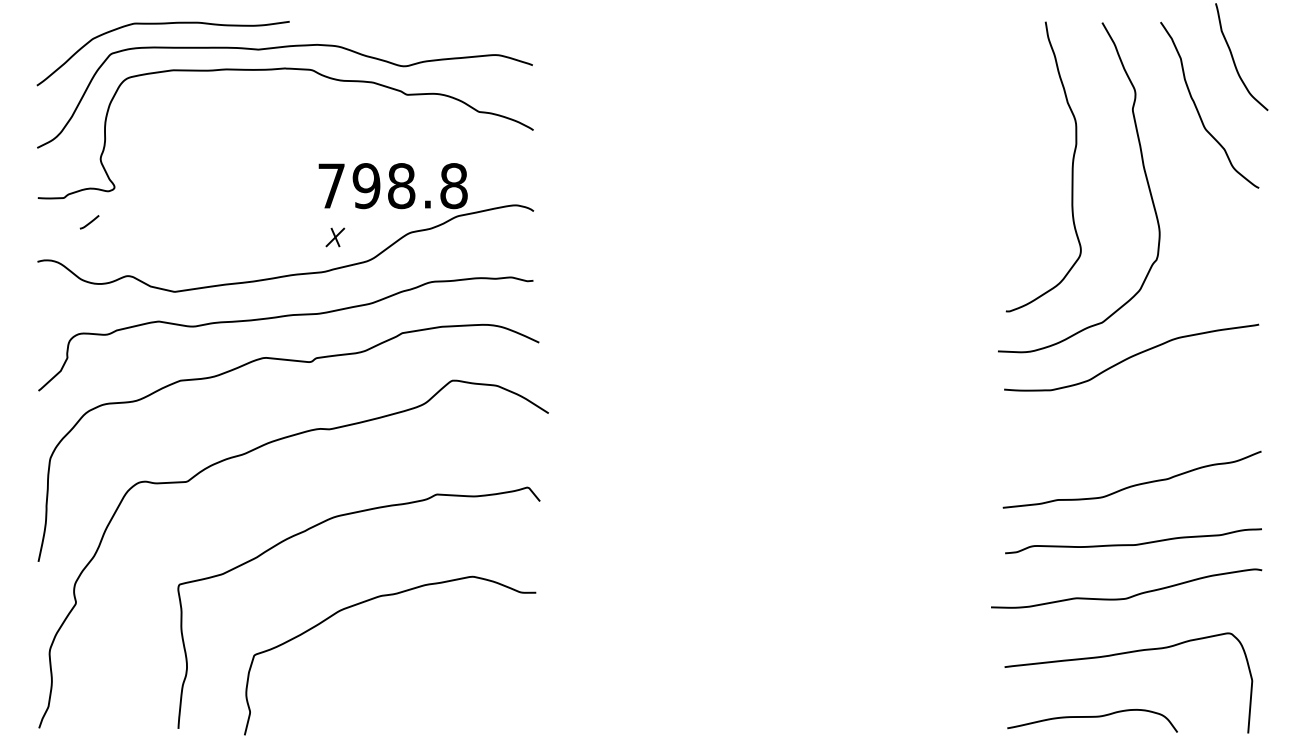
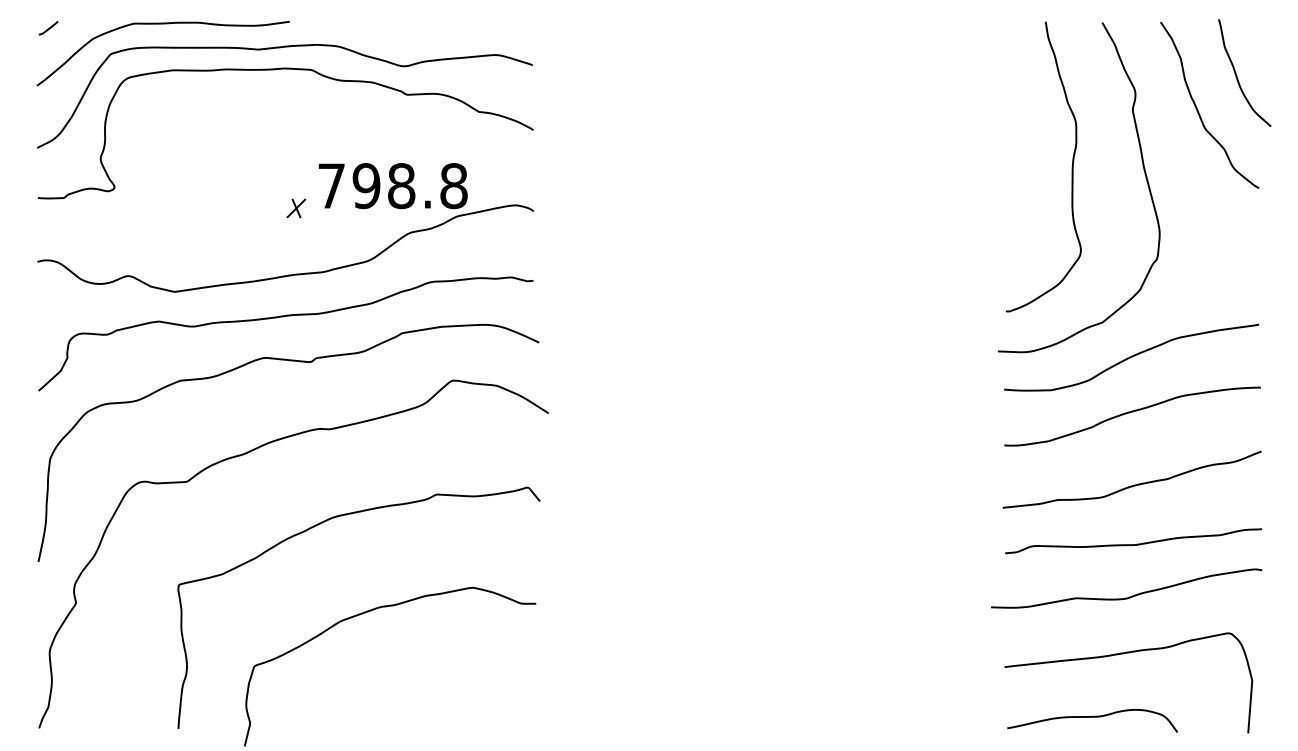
curve at (1234, 59) position: (1234, 59) -> (1237, 75)
line at (89, 222) position: (89, 222) -> (48, 28)
part at (335, 237) position: (335, 237) -> (296, 208)
curve at (1132, 412): none -> present
curve at (371, 600) position: (371, 600) -> (371, 611)
